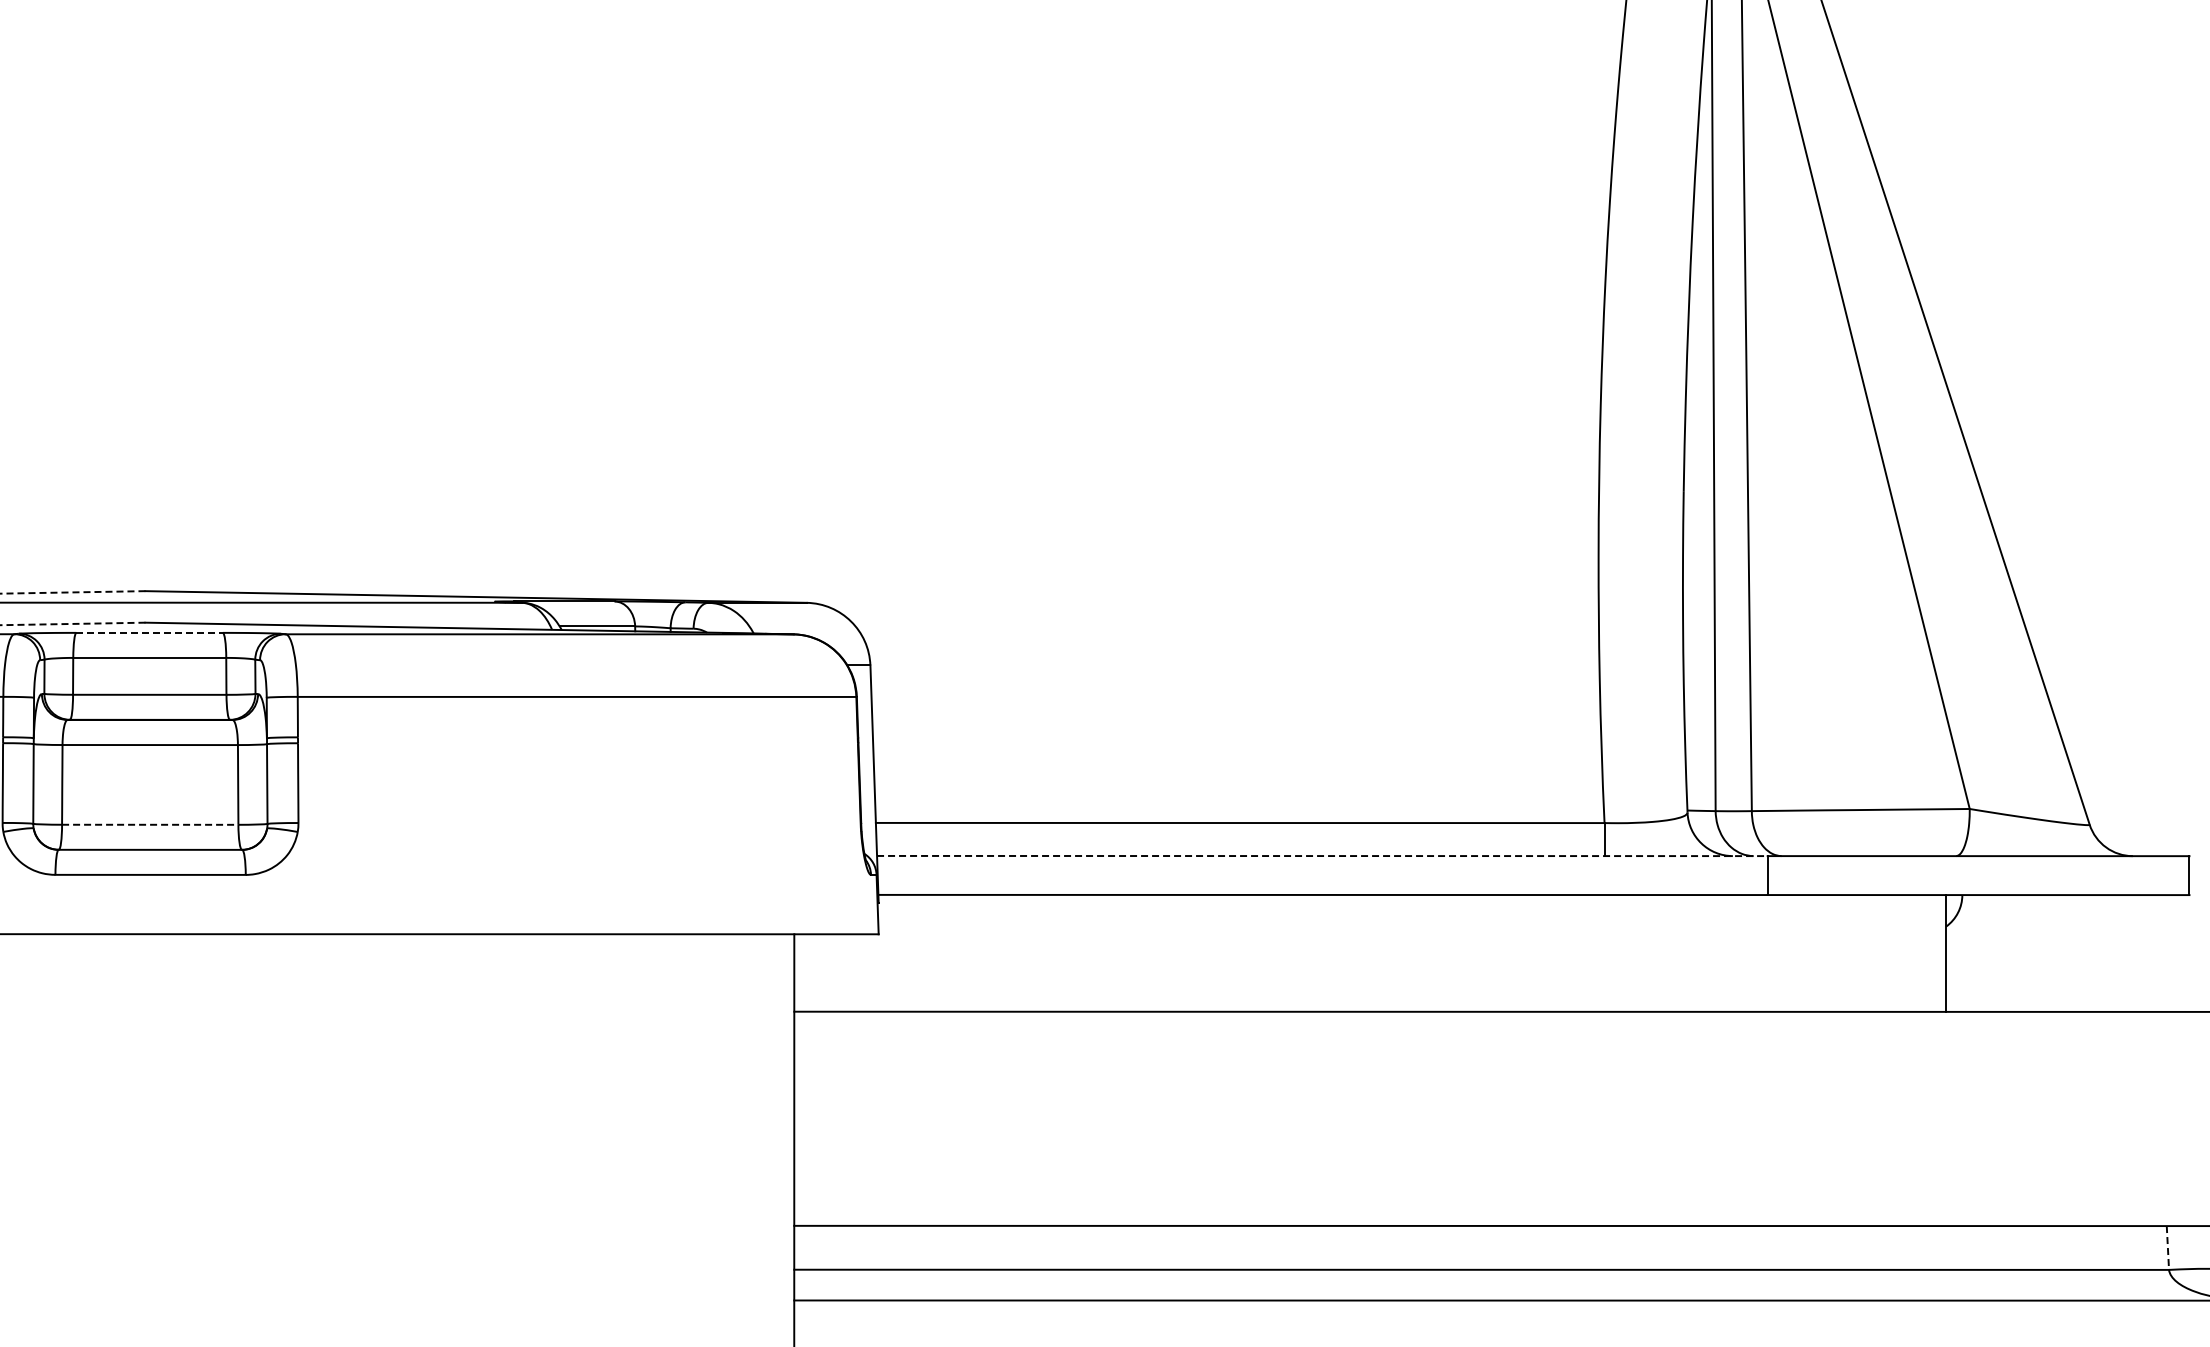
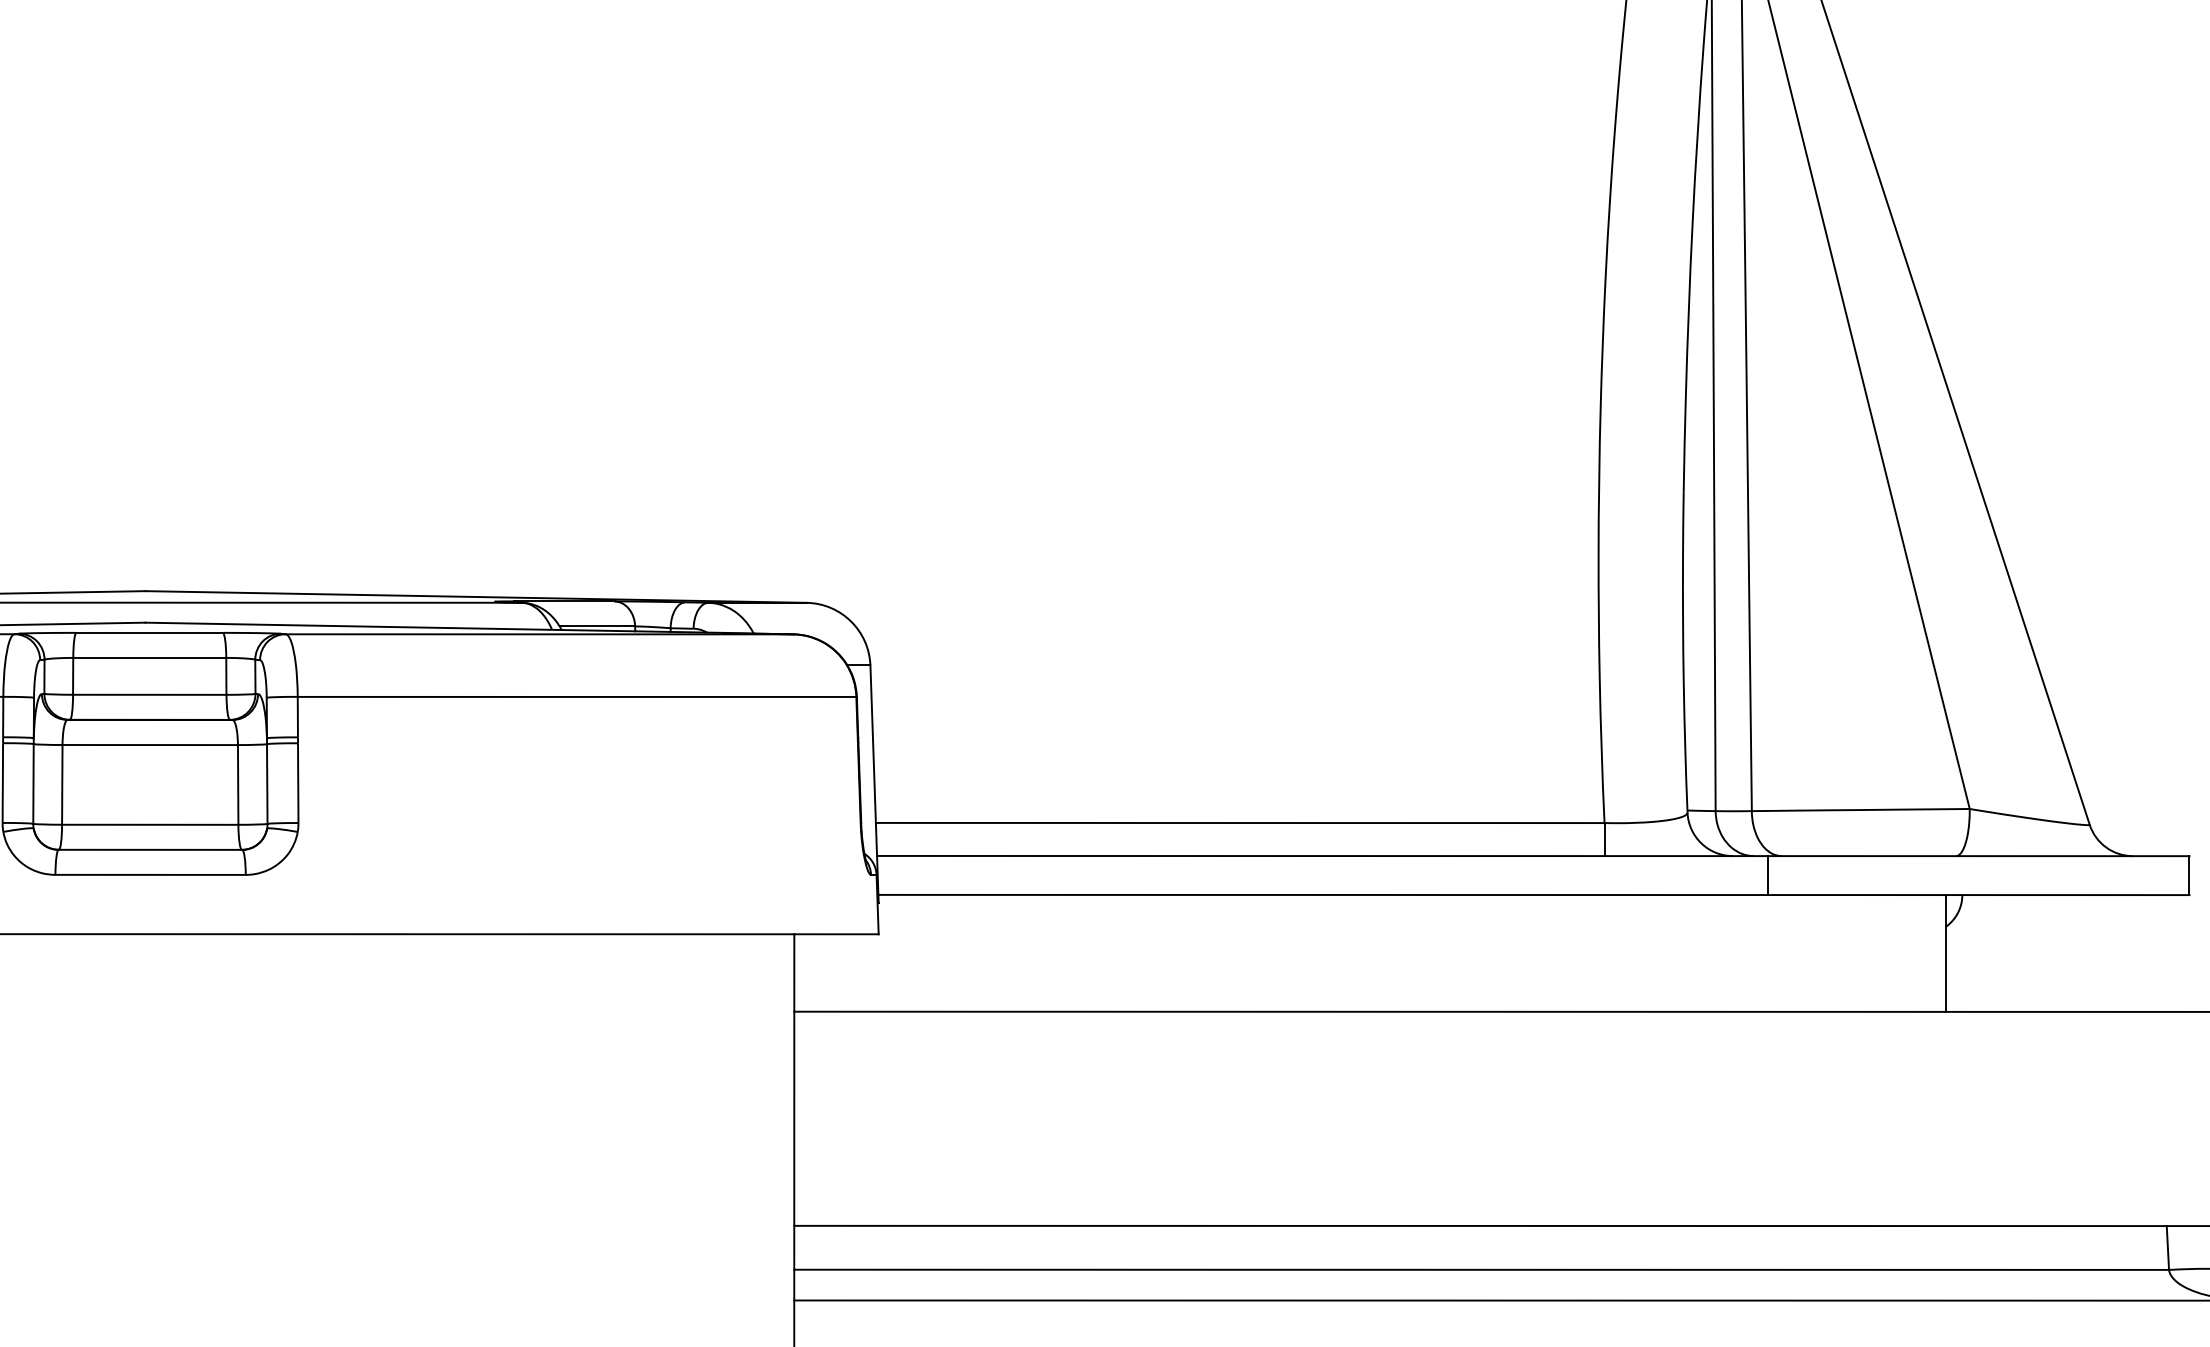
line at (72, 592): dashed -> solid
line at (72, 623): dashed -> solid
line at (150, 632): dashed -> solid
line at (150, 824): dashed -> solid
line at (1322, 856): dashed -> solid
line at (2167, 1247): dashed -> solid
